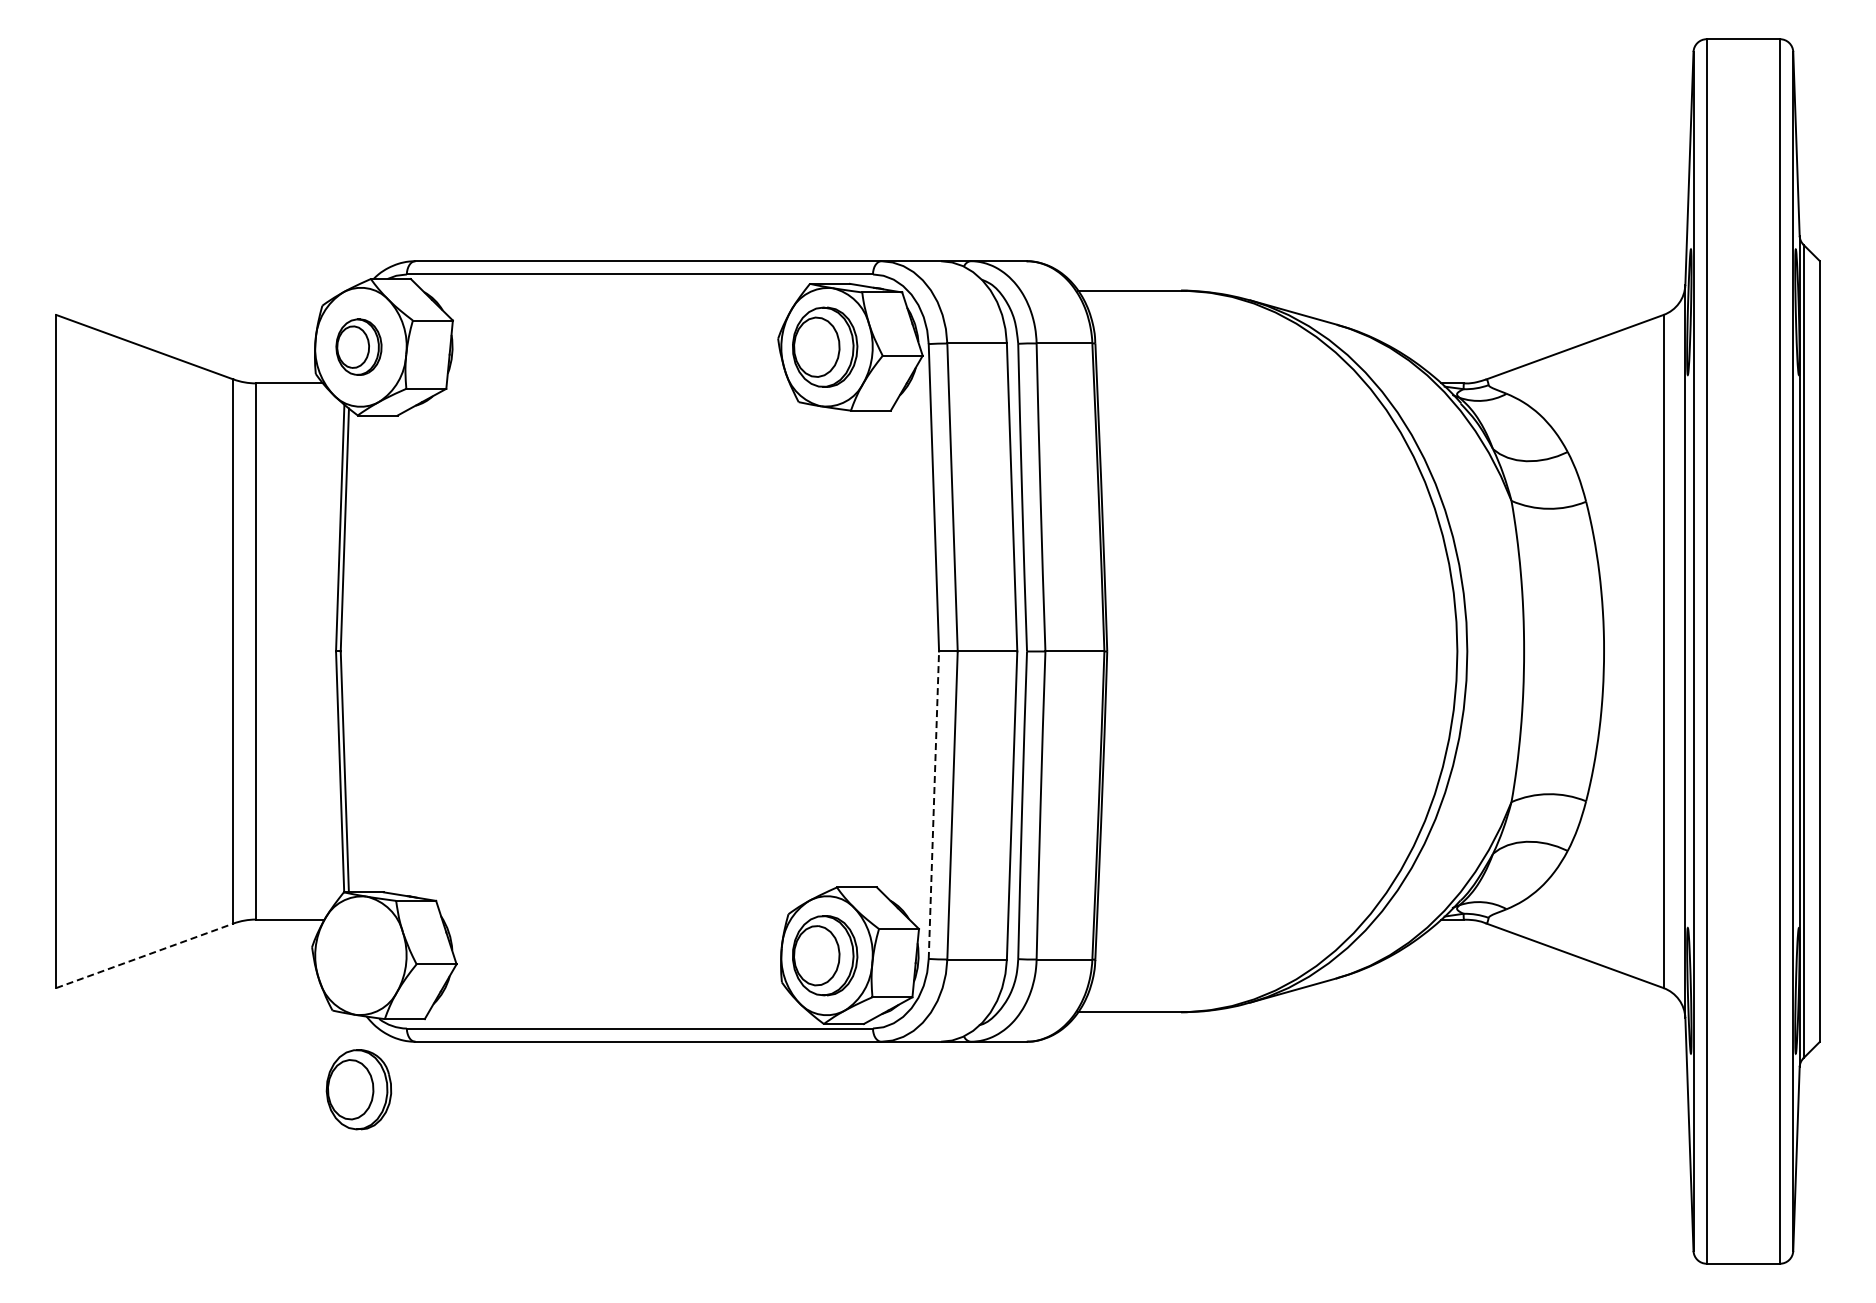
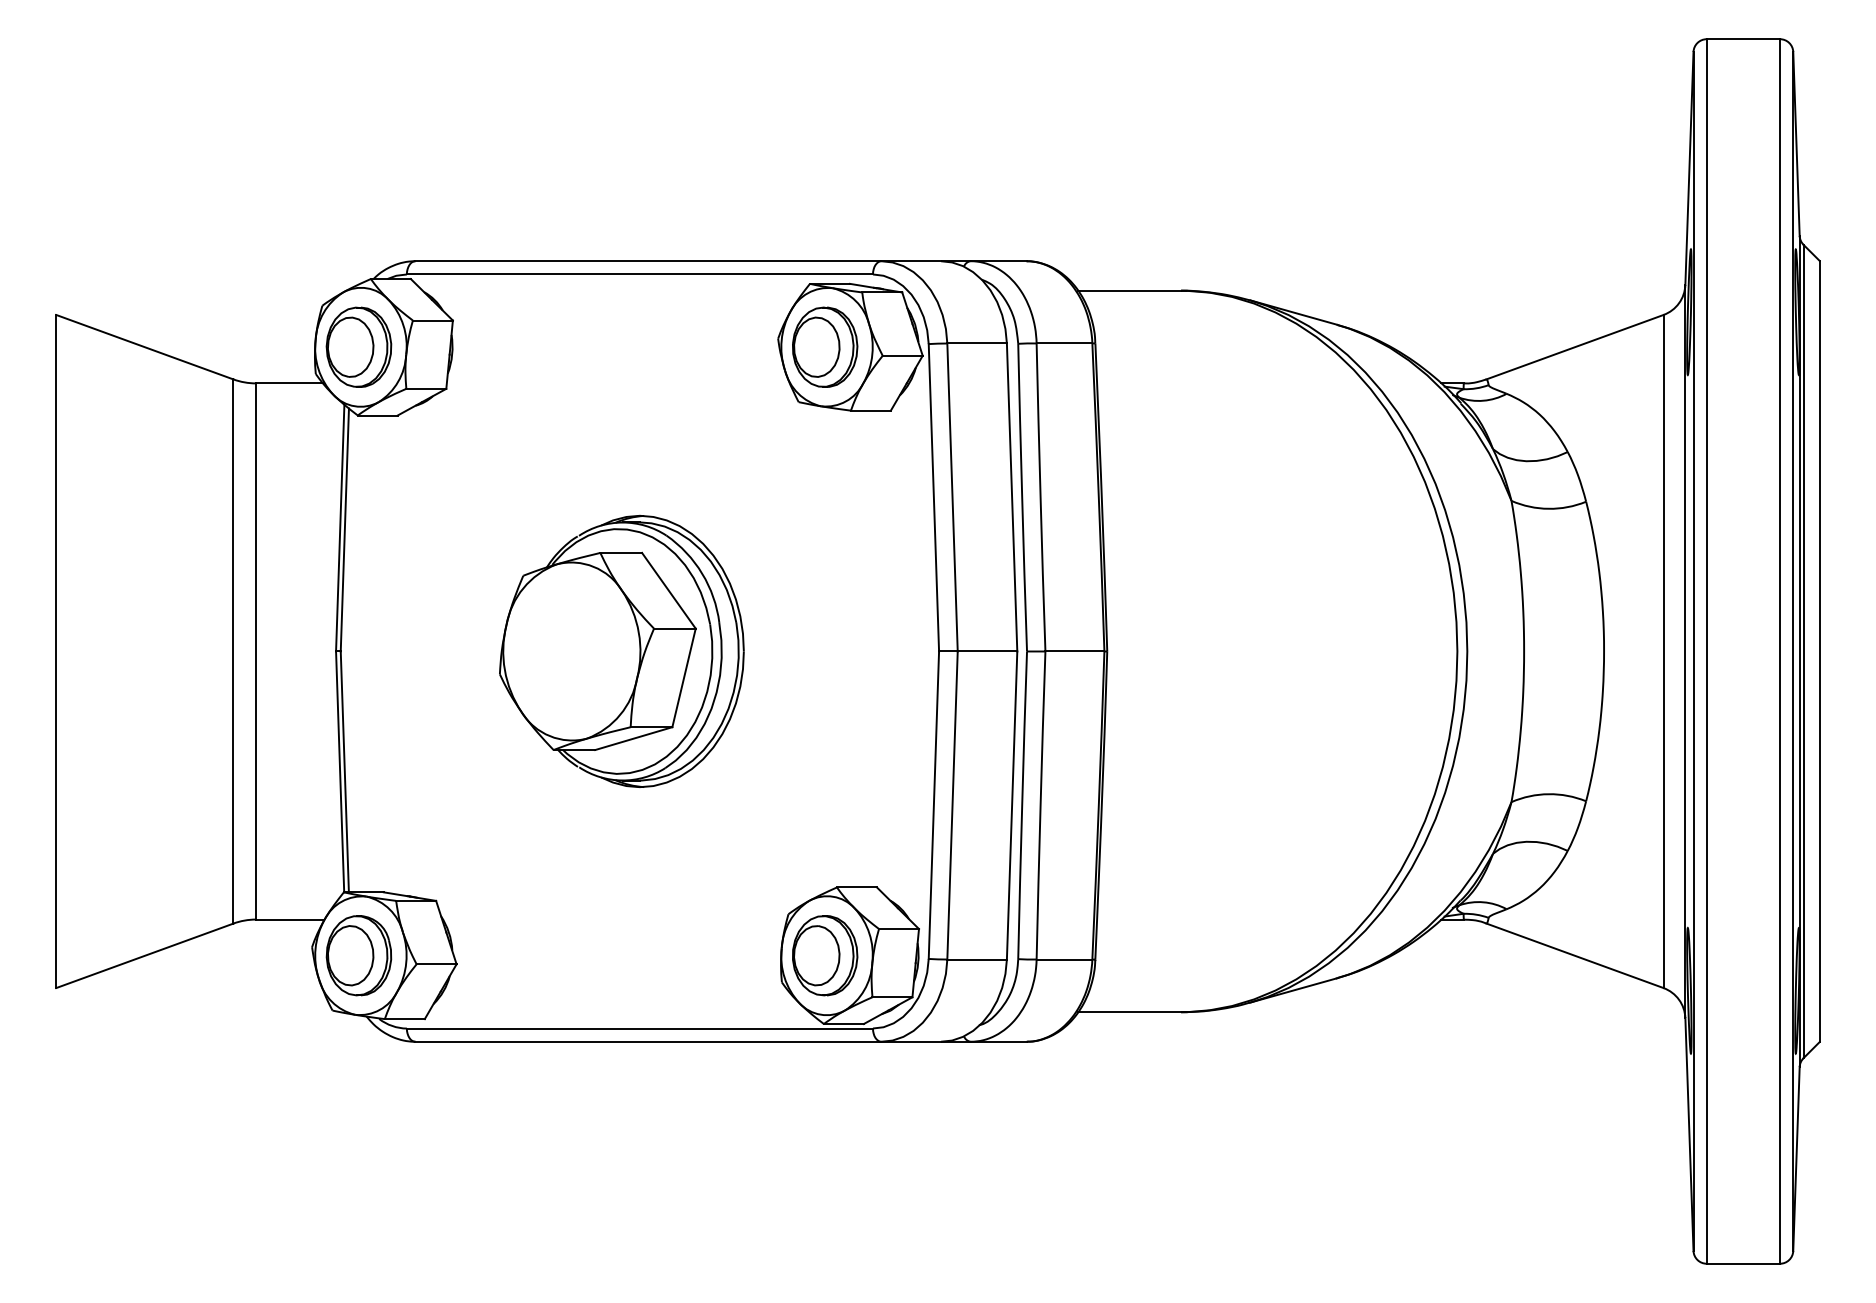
part at (358, 346) size: 48x58 px -> 68x82 px
part at (621, 650): none -> present
line at (933, 805): dashed -> solid
line at (145, 955): dashed -> solid
part at (358, 1089) position: (358, 1089) -> (358, 955)
